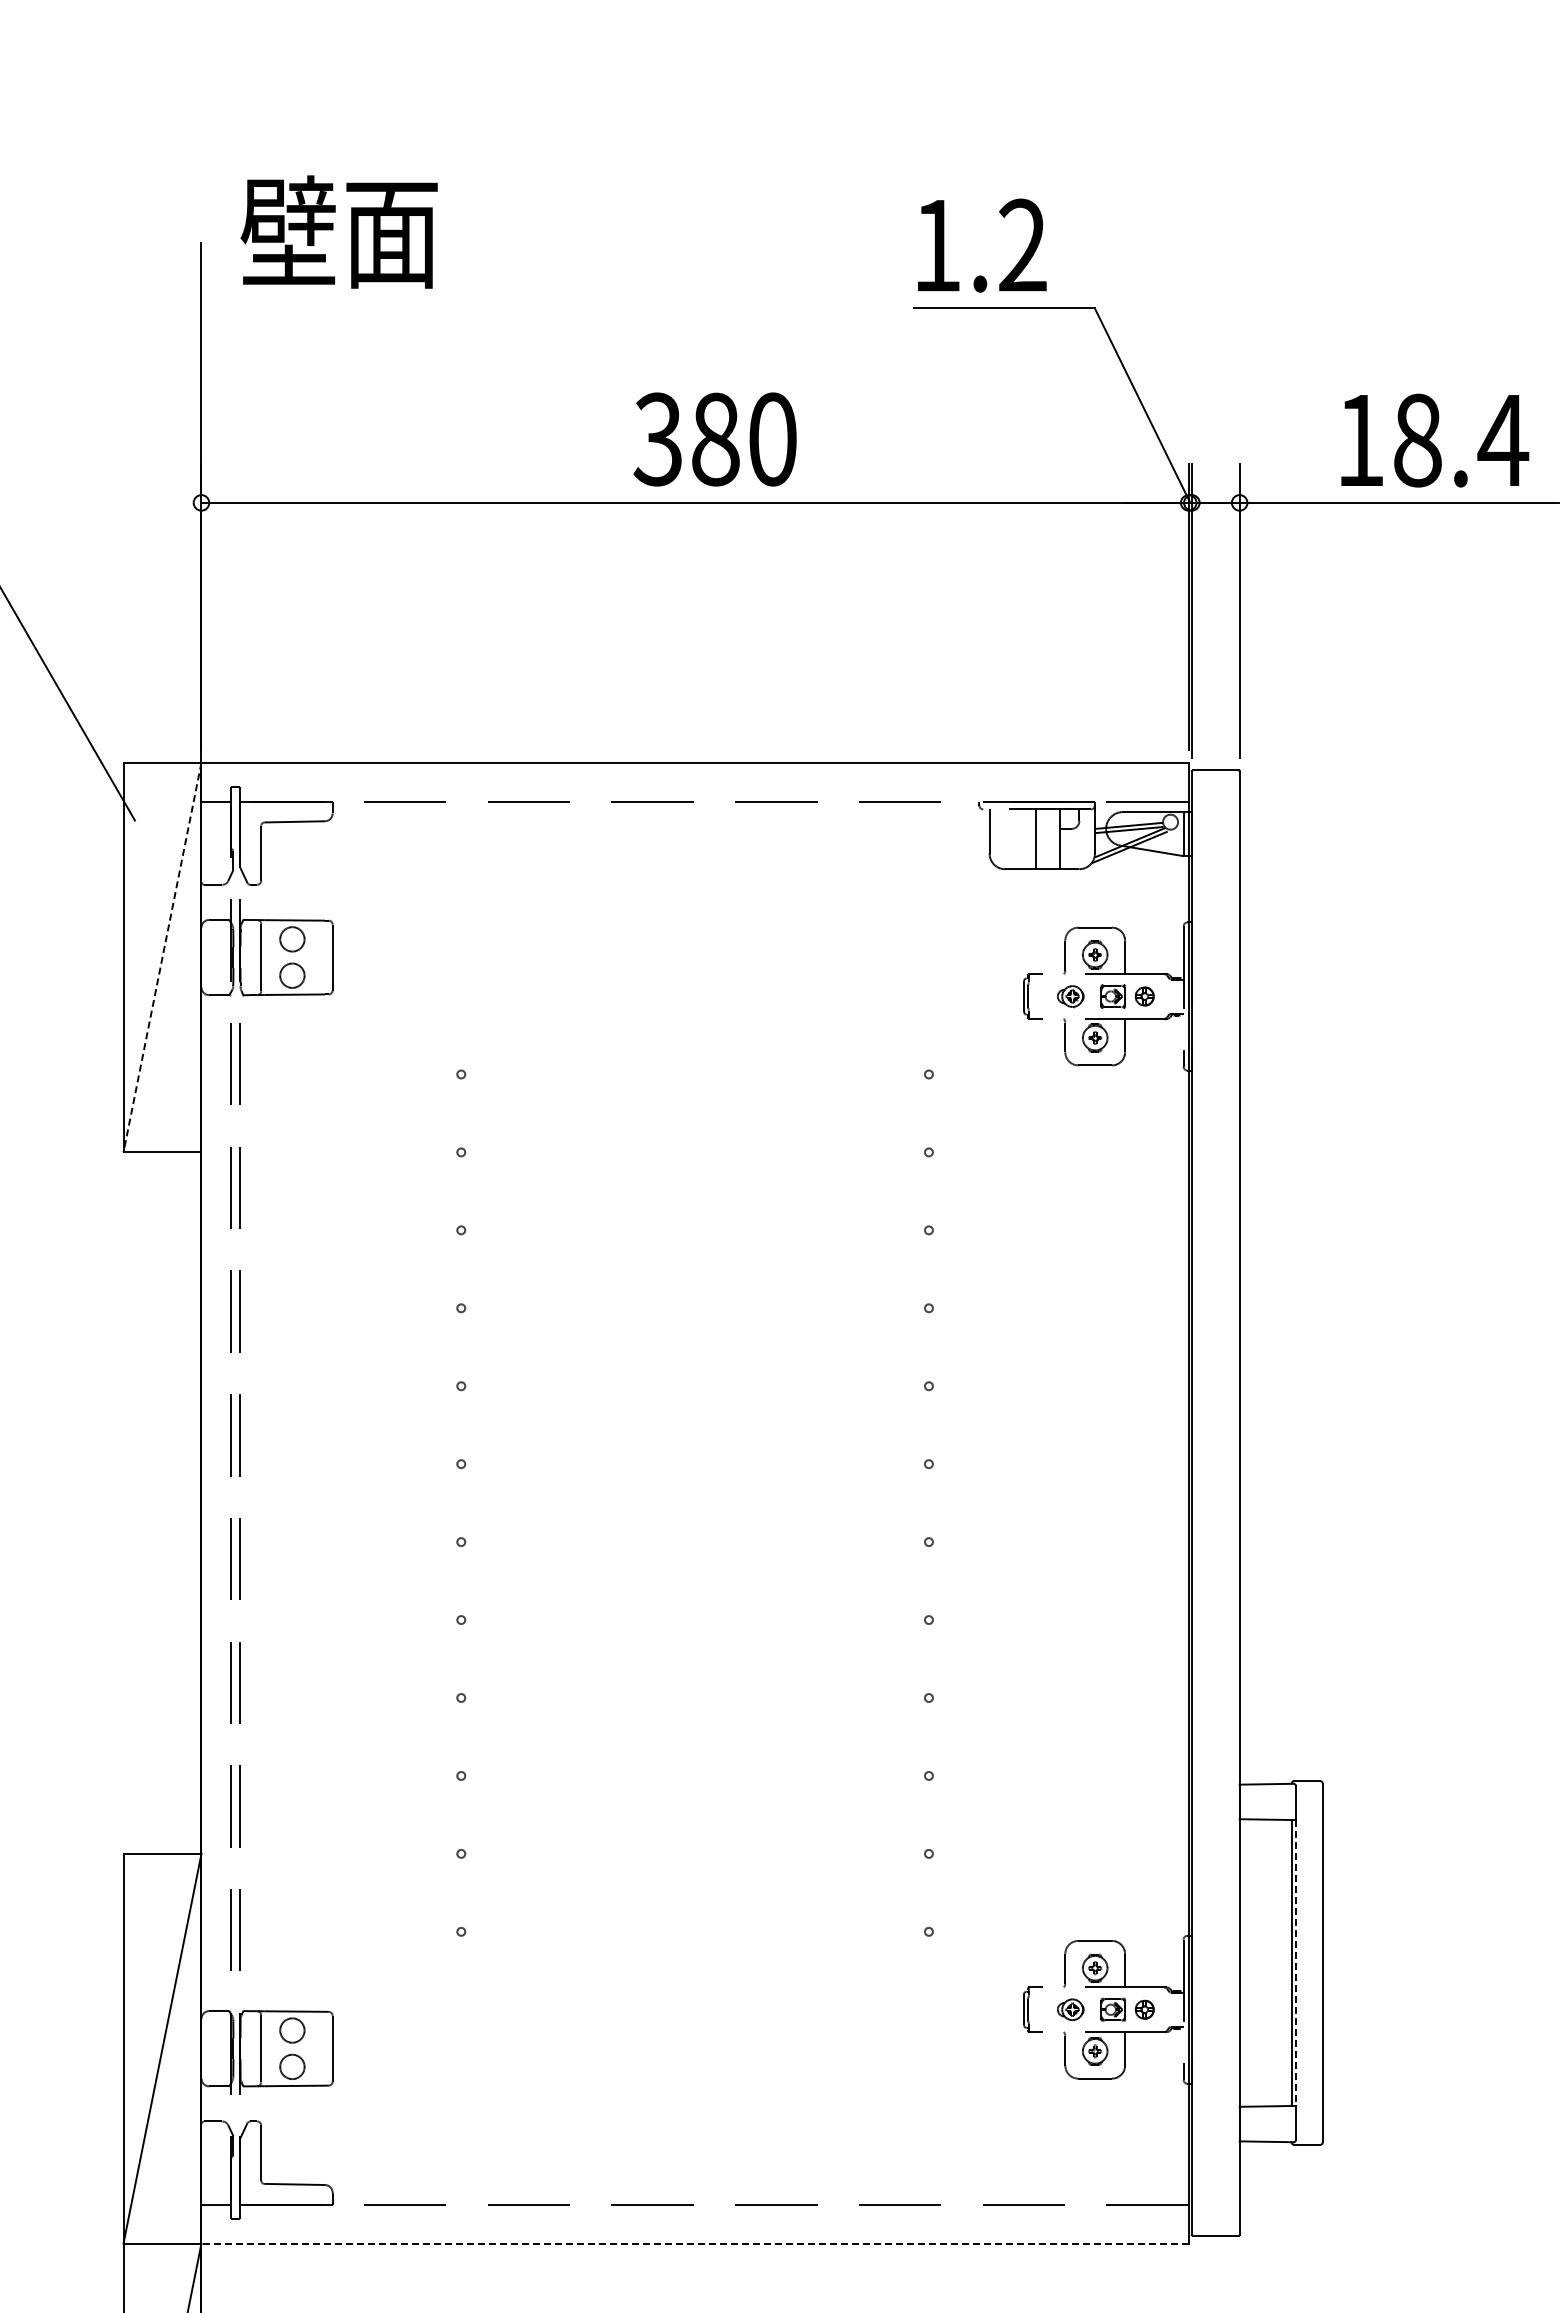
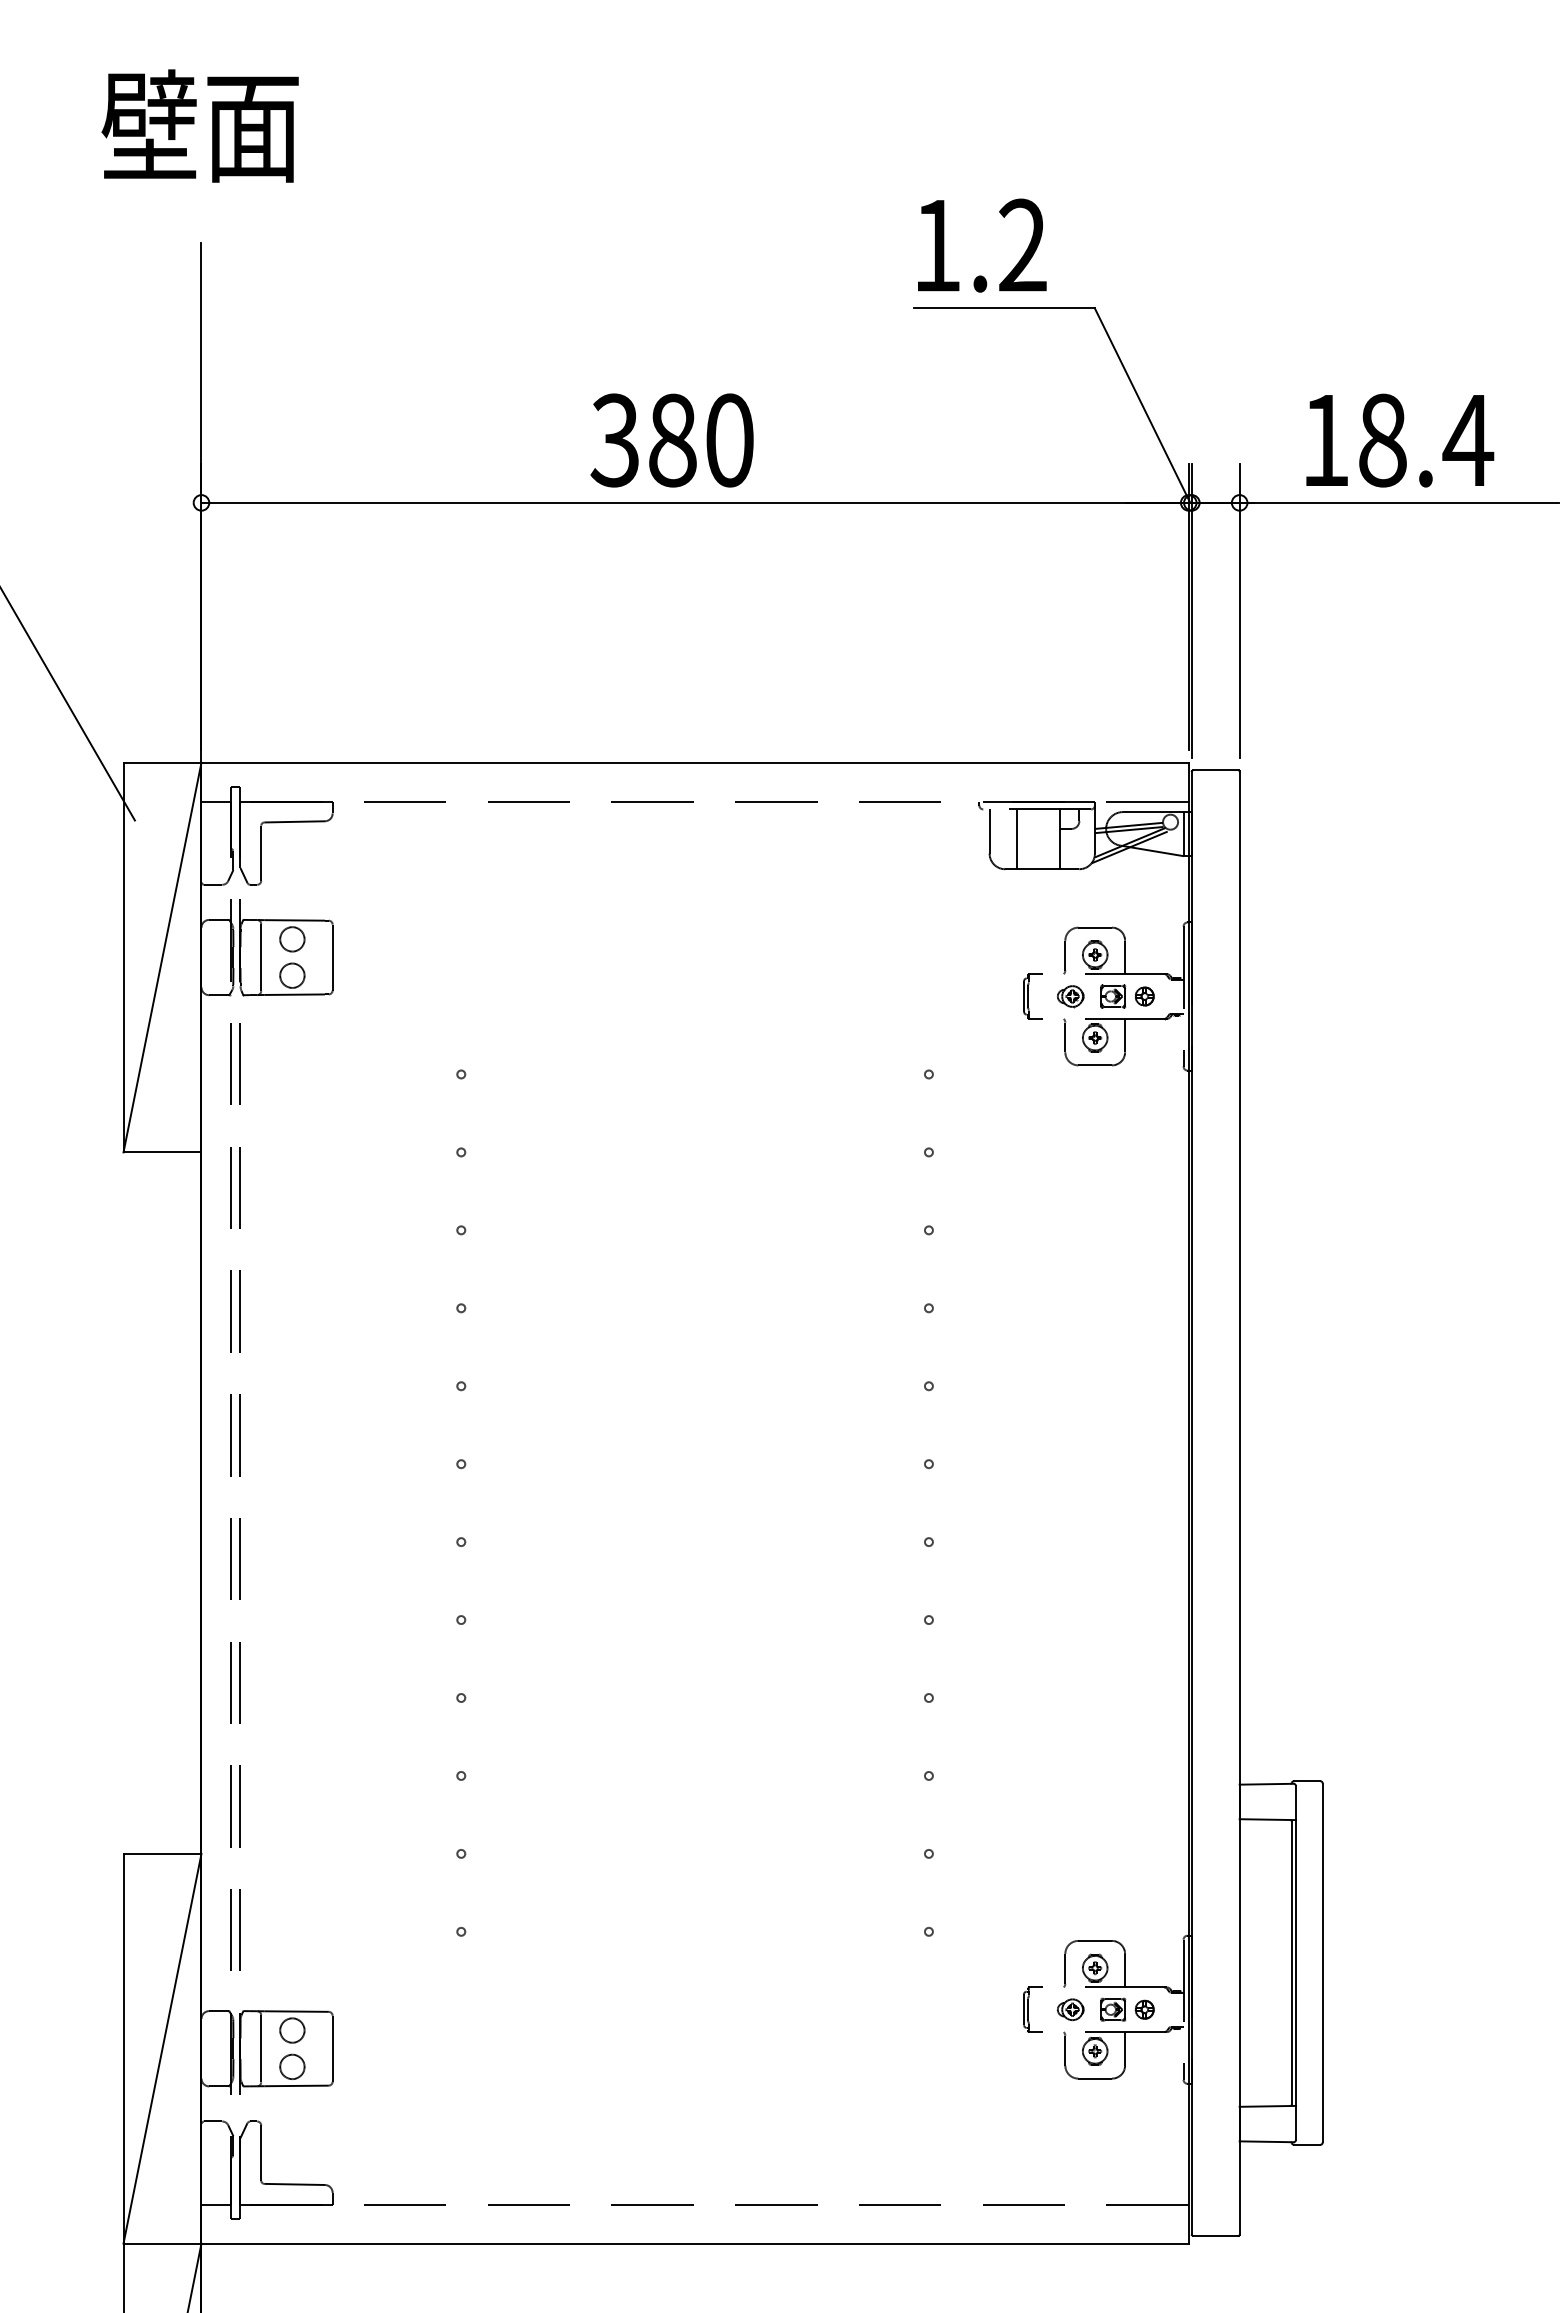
text at (338, 231) position: (338, 231) -> (199, 125)
text at (714, 439) position: (714, 439) -> (671, 440)
text at (1435, 440) position: (1435, 440) -> (1400, 440)
line at (1036, 839) position: (1036, 839) -> (1017, 839)
line at (162, 957): dashed -> solid
line at (1296, 1963): dashed -> solid
line at (695, 2243): dashed -> solid
